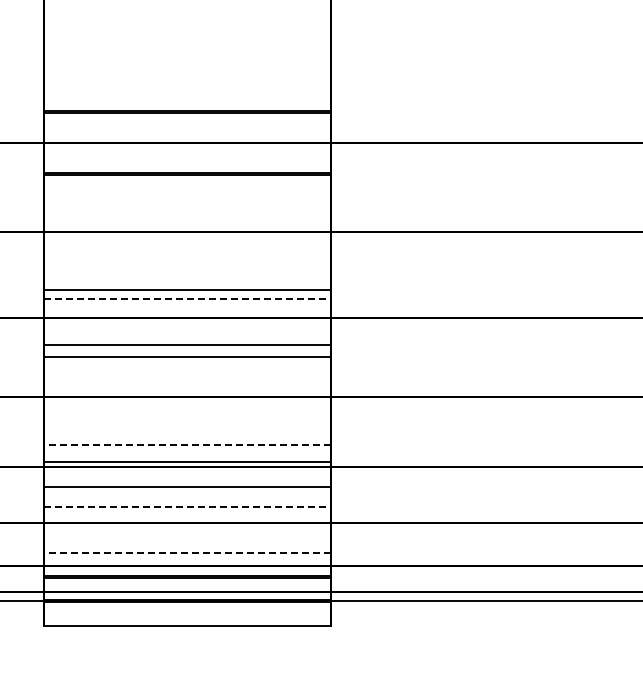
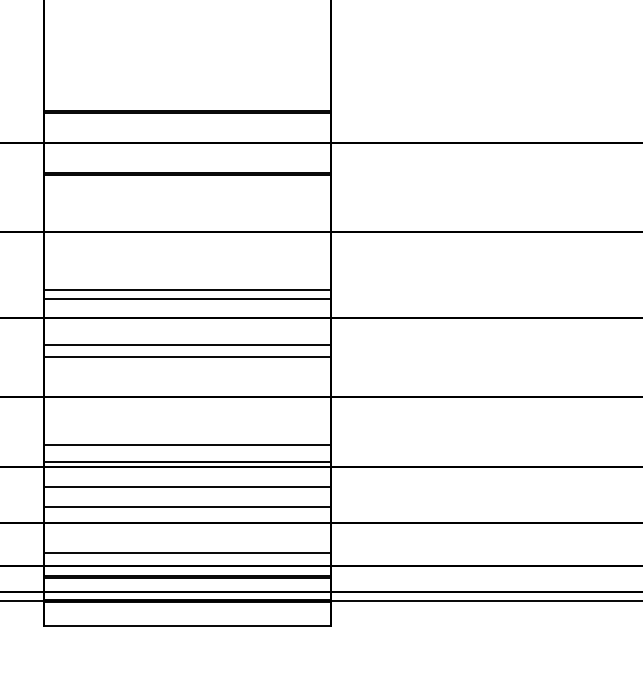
line at (188, 298): dashed -> solid
line at (187, 444): dashed -> solid
line at (188, 507): dashed -> solid
line at (187, 553): dashed -> solid
